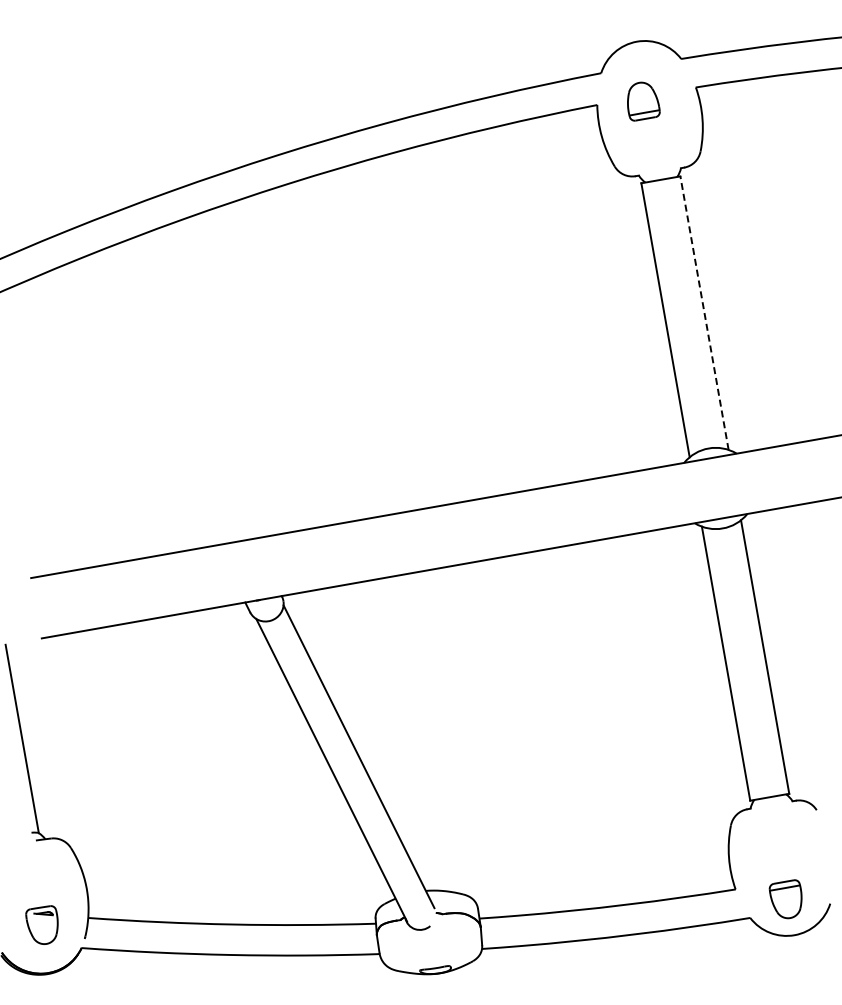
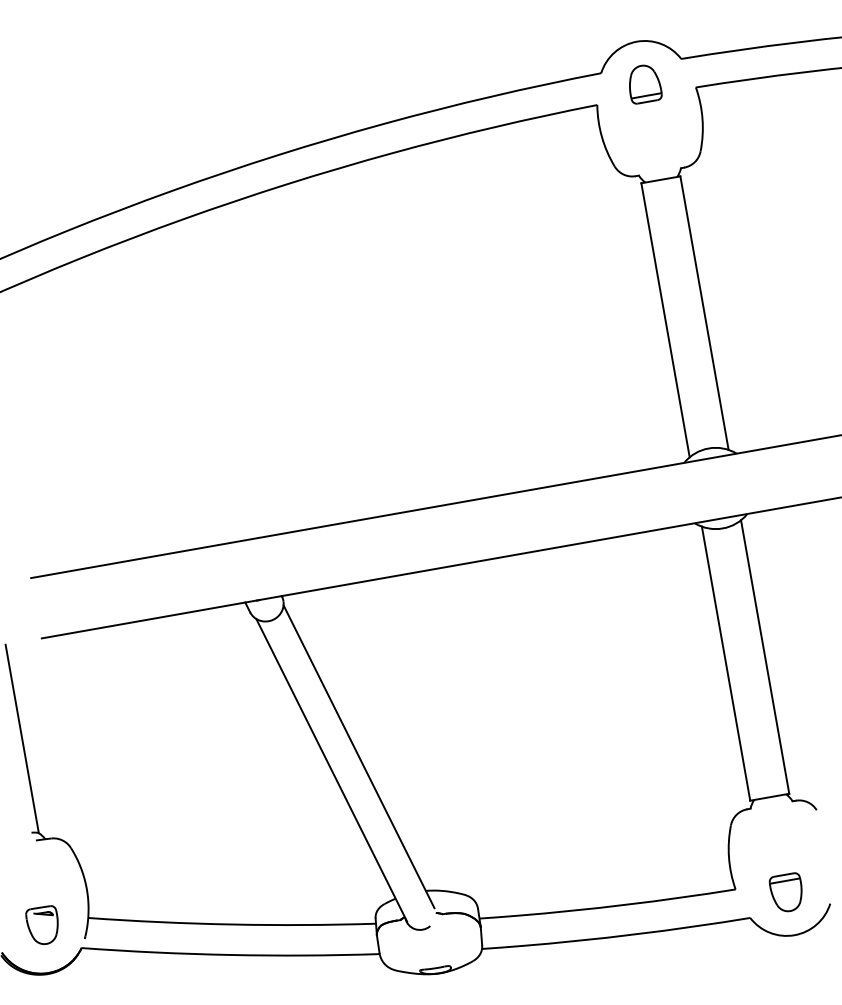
part at (643, 101) position: (643, 101) -> (645, 84)
line at (704, 313): dashed -> solid
part at (785, 899) position: (785, 899) -> (785, 892)
